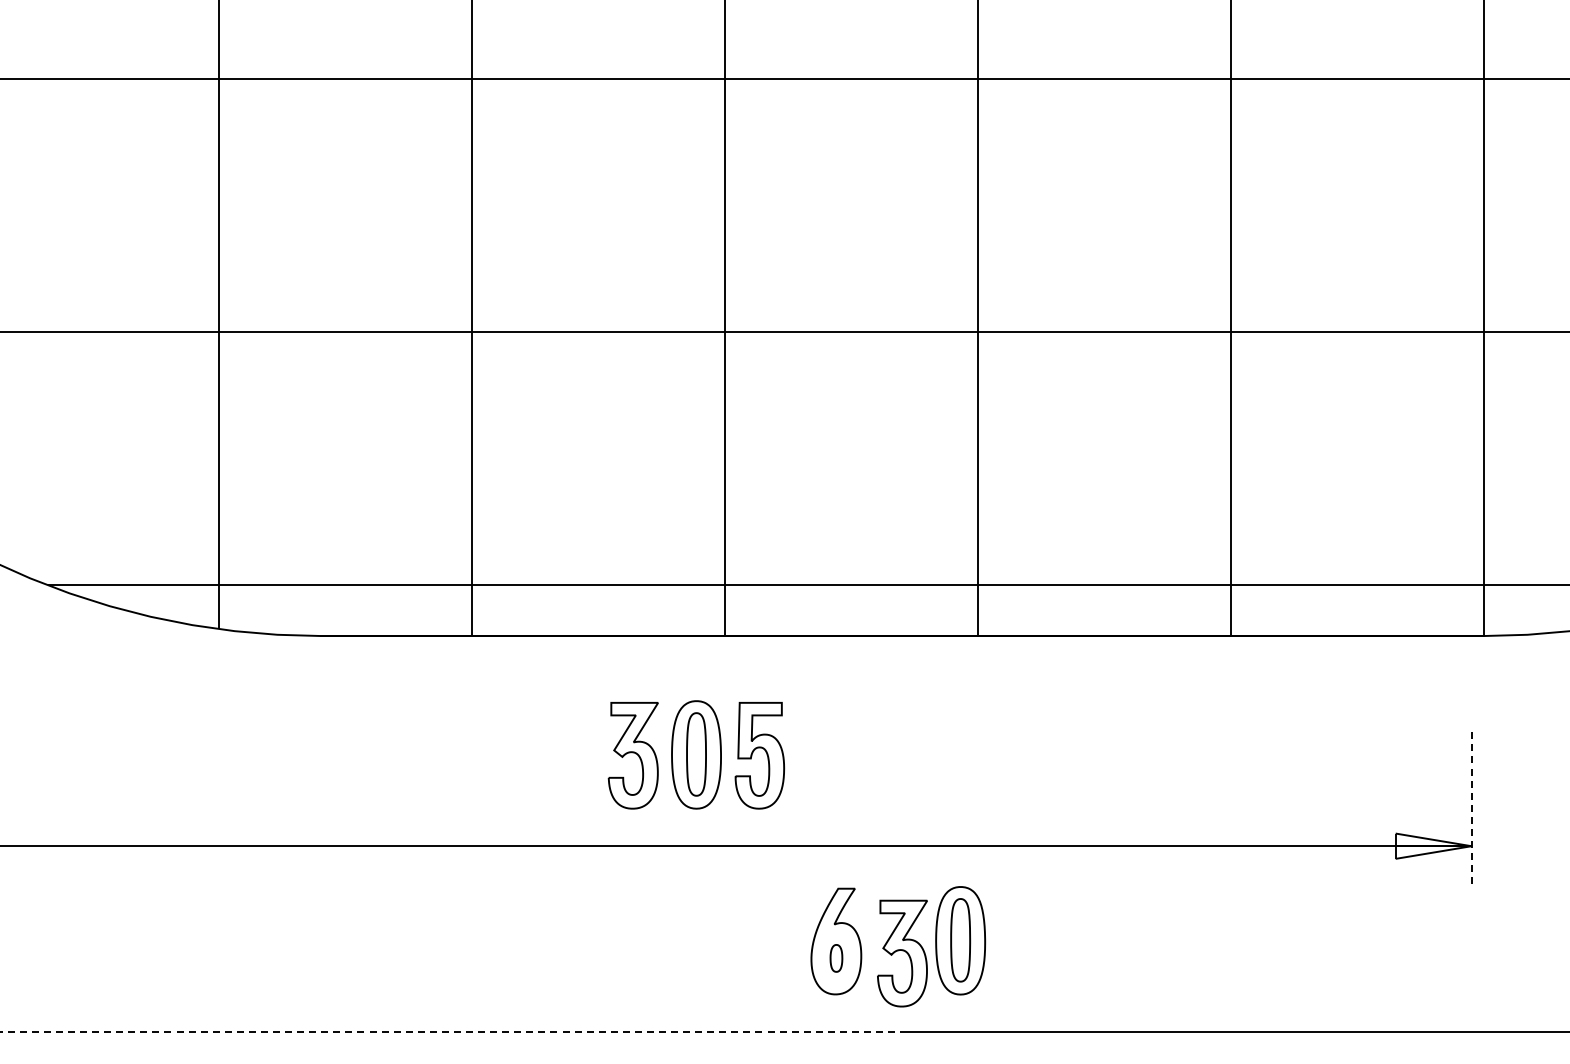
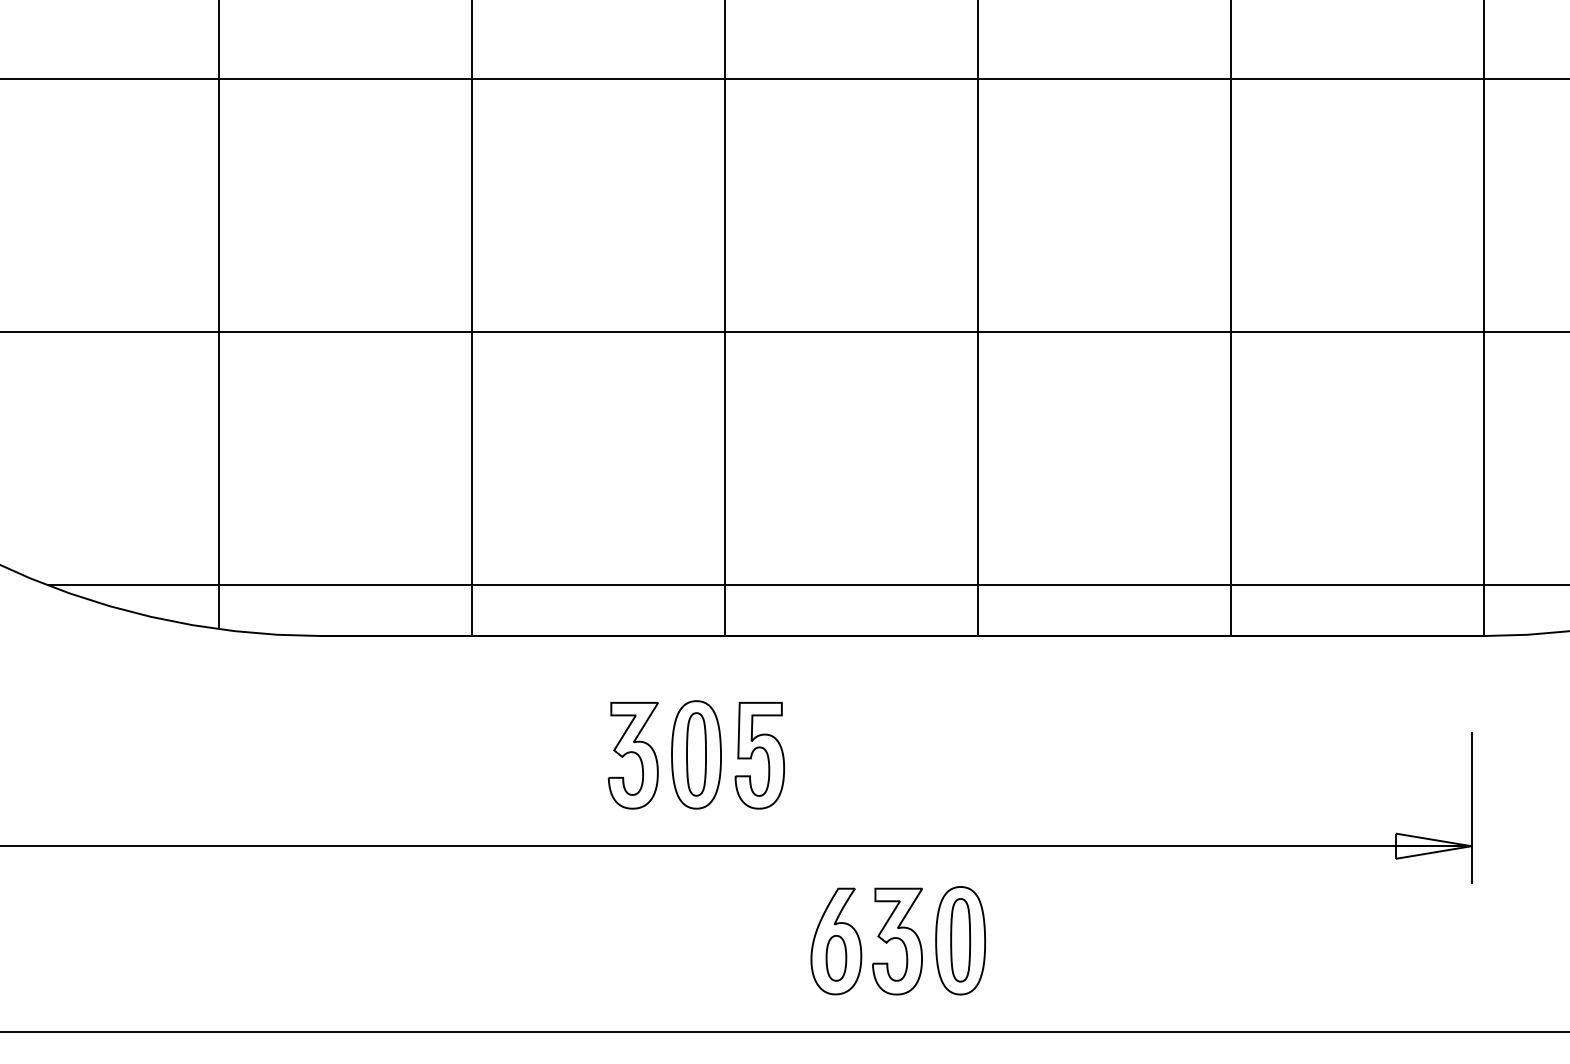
line at (1471, 808): dashed -> solid
part at (902, 953) position: (902, 953) -> (897, 941)
part at (836, 958) size: 15x29 px -> 23x47 px
line at (451, 1032): dashed -> solid
